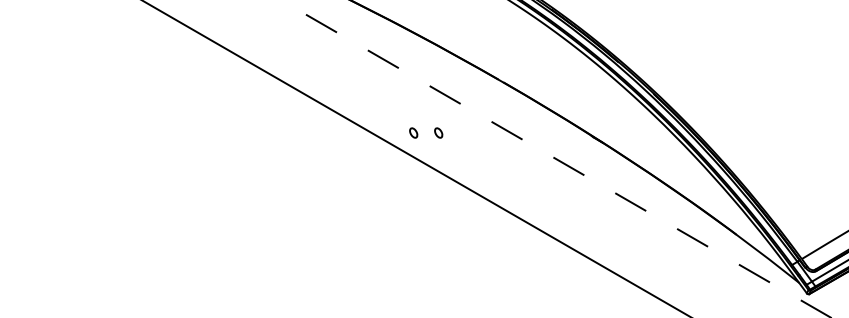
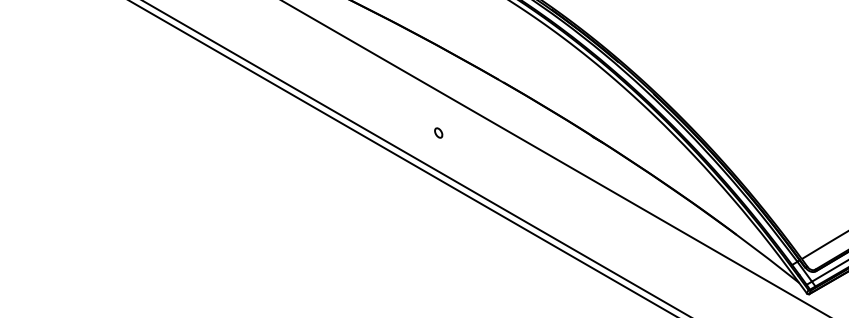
part at (413, 132): present -> none
line at (402, 158): none -> present
line at (555, 158): dashed -> solid
